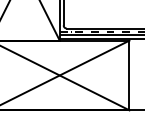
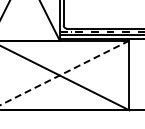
line at (65, 72): solid -> dashed
